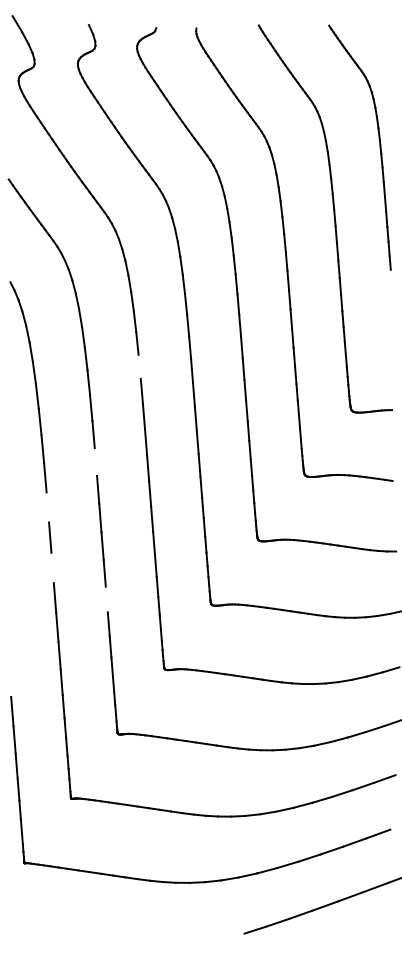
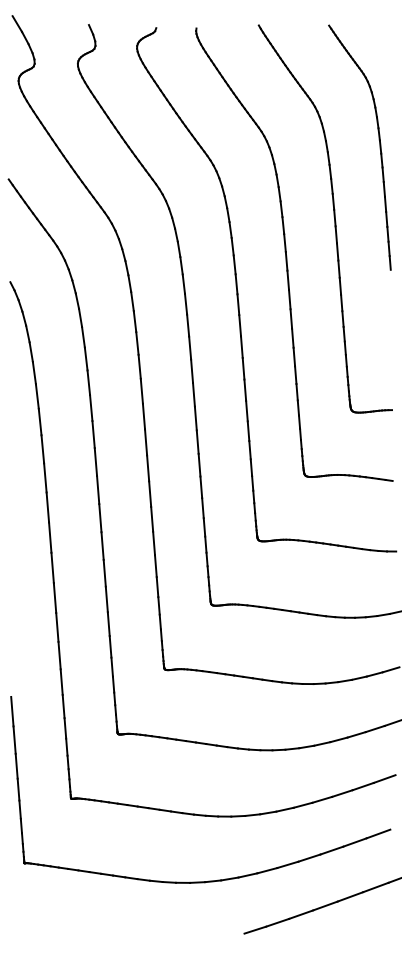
line at (139, 366): none -> present
line at (95, 461): none -> present
line at (47, 507): none -> present
line at (52, 567): none -> present
line at (106, 599): none -> present
